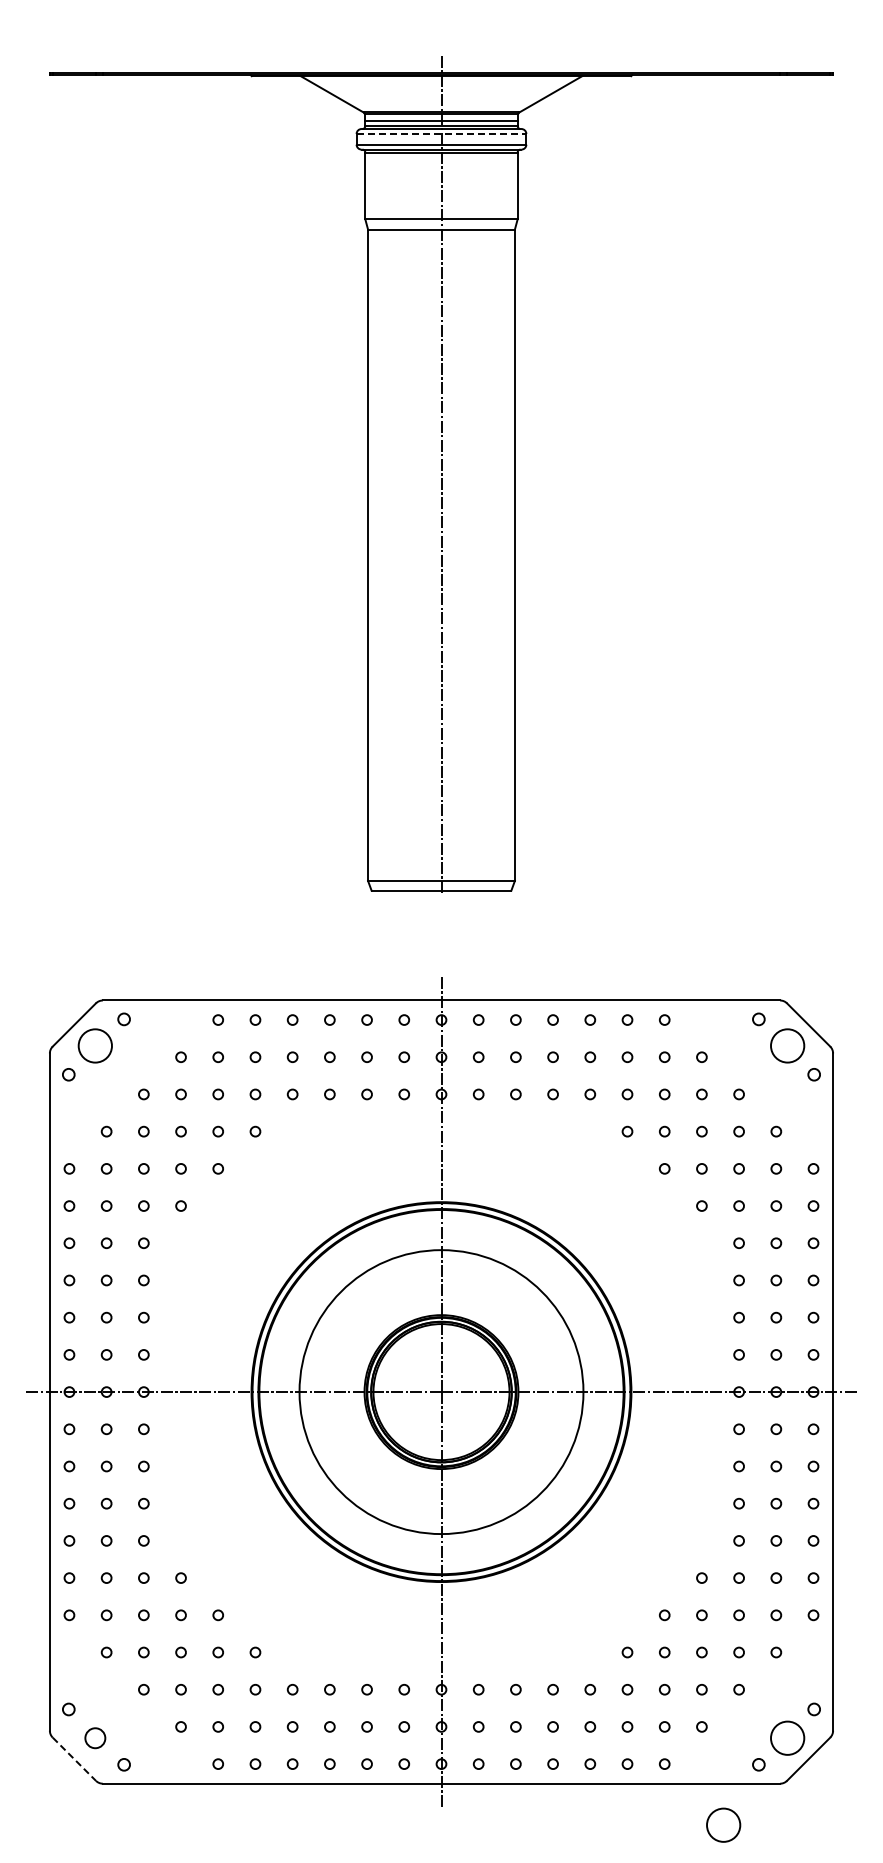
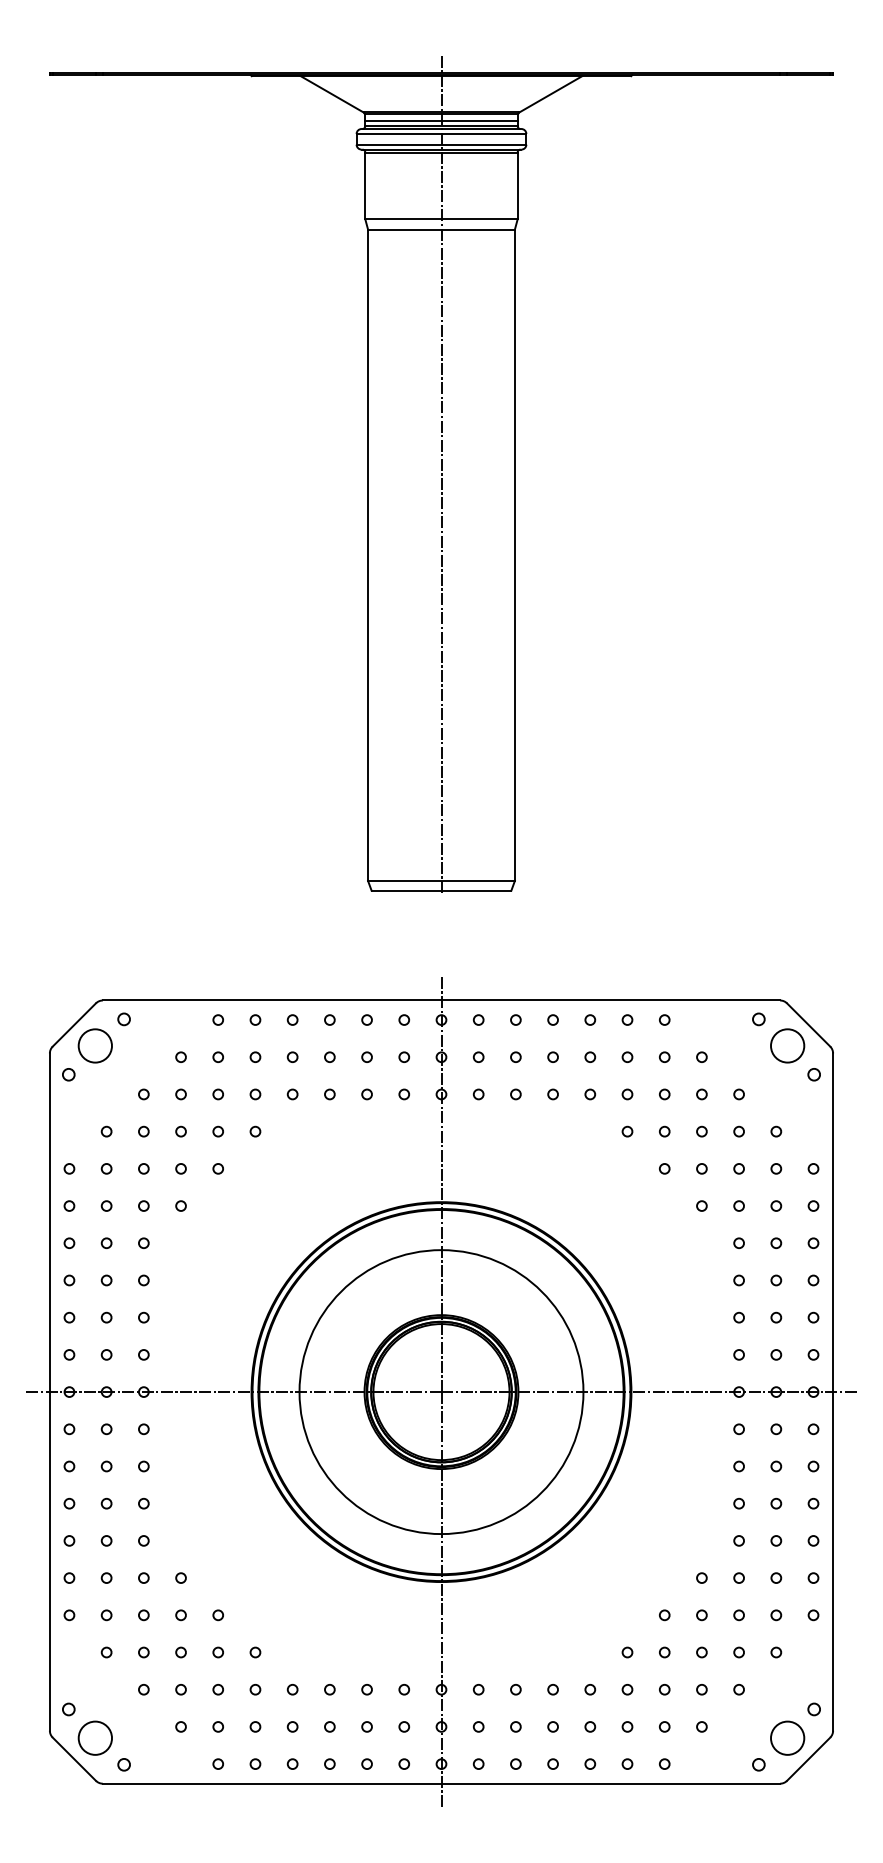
line at (441, 133): dashed -> solid
circle at (95, 1738) diameter: 20 px -> 33 px
line at (74, 1759): dashed -> solid
circle at (723, 1824): present -> none
